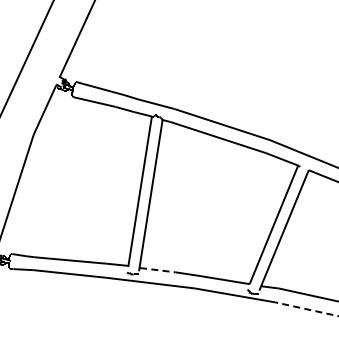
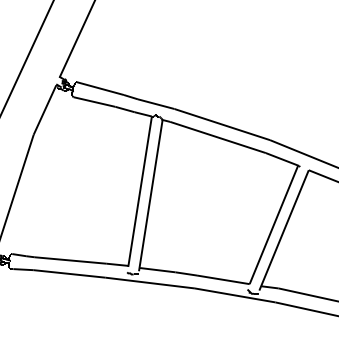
line at (157, 270): dashed -> solid
line at (306, 309): dashed -> solid
